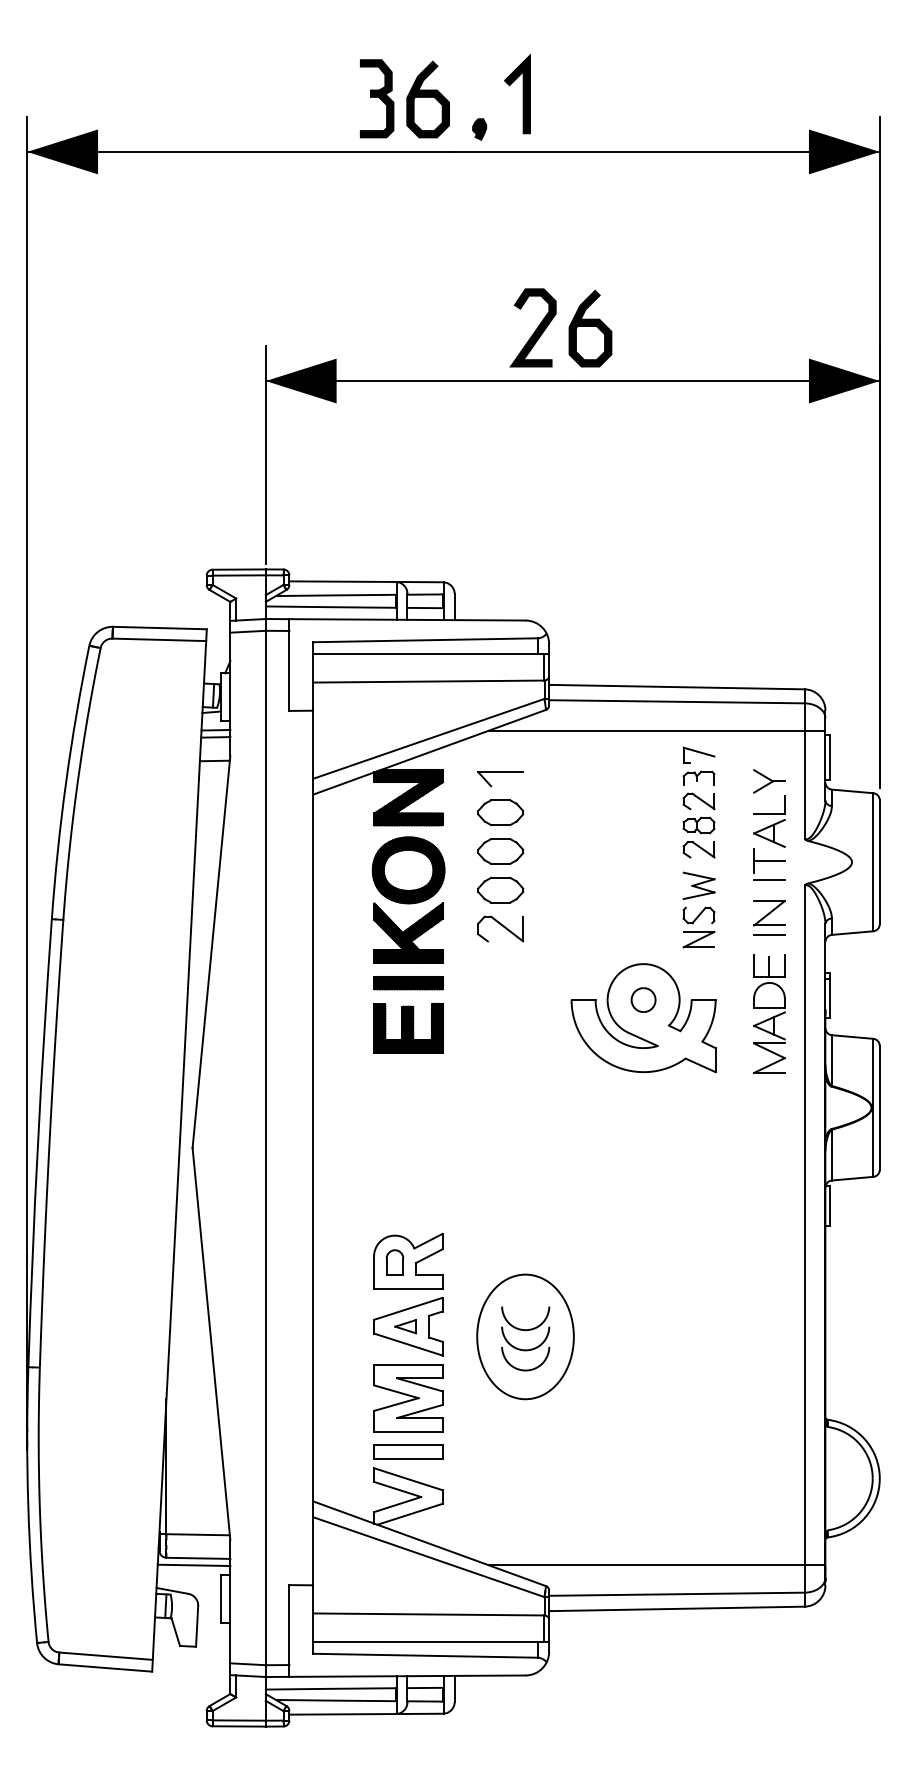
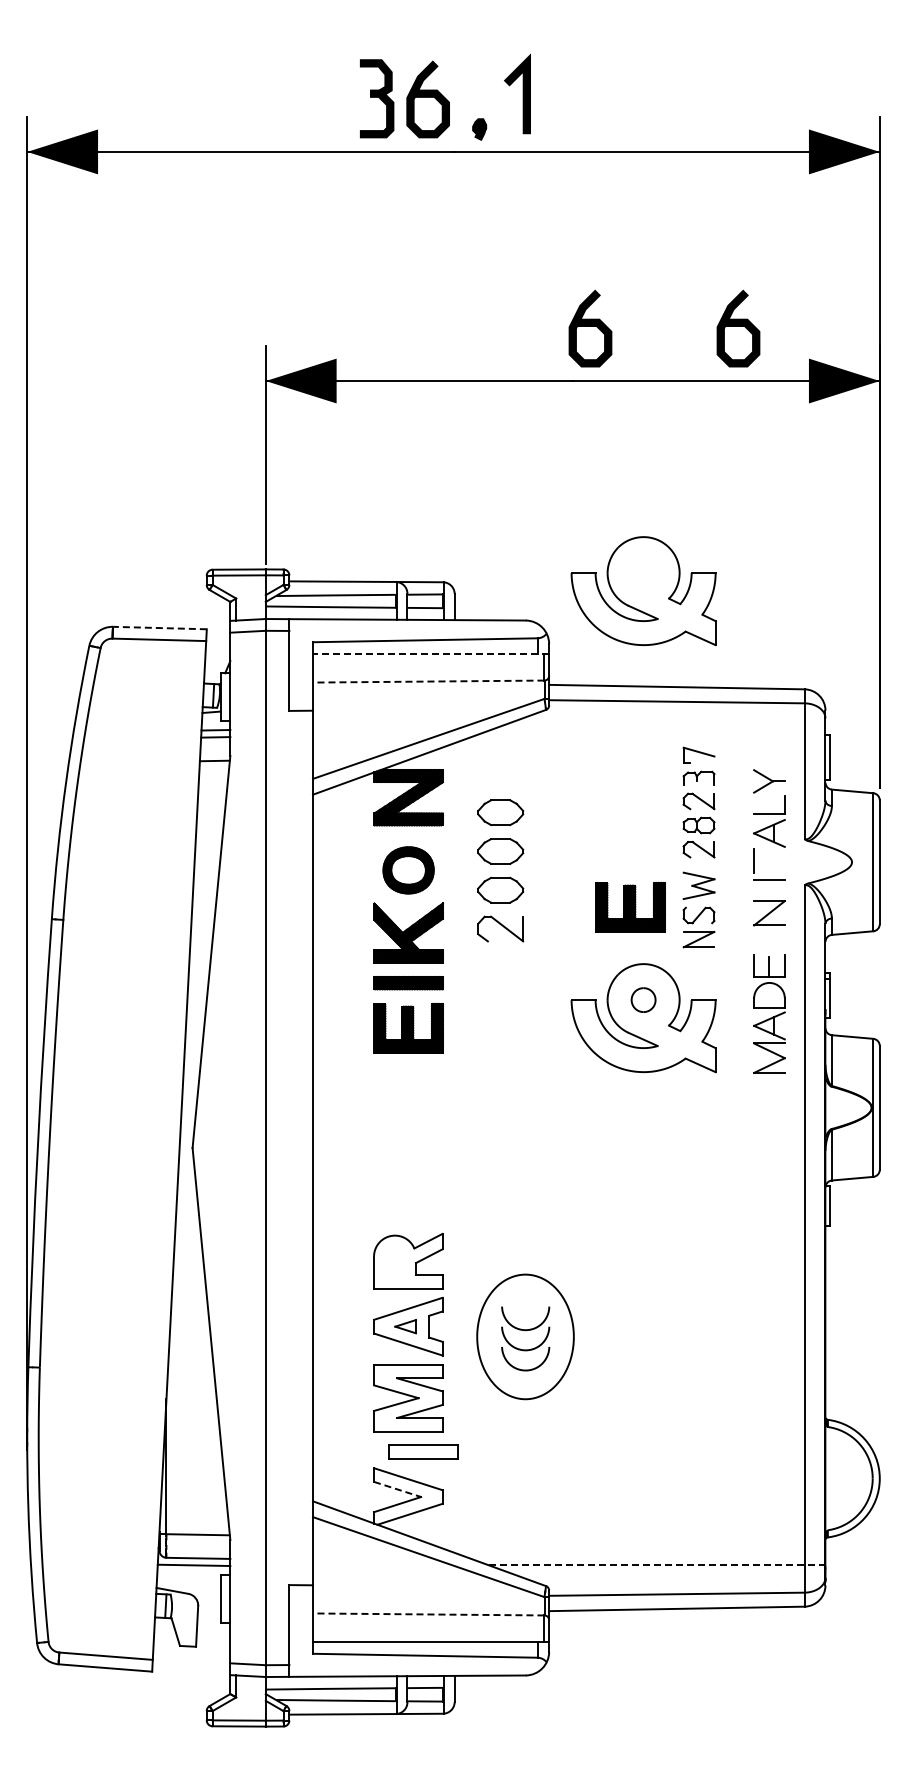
curve at (738, 326): none -> present
curve at (535, 329): present -> none
part at (643, 591): none -> present
line at (159, 628): solid -> dashed
line at (430, 654): solid -> dashed
line at (428, 681): solid -> dashed
line at (656, 730): present -> none
part at (500, 772): present -> none
line at (769, 861): present -> none
part at (408, 870) size: 75x69 px -> 53x49 px
part at (630, 906): none -> present
line at (769, 934): present -> none
part at (394, 1262): present -> none
part at (408, 1451) position: (408, 1451) -> (423, 1451)
line at (397, 1489): solid -> dashed
line at (657, 1565): solid -> dashed
line at (428, 1614): solid -> dashed
